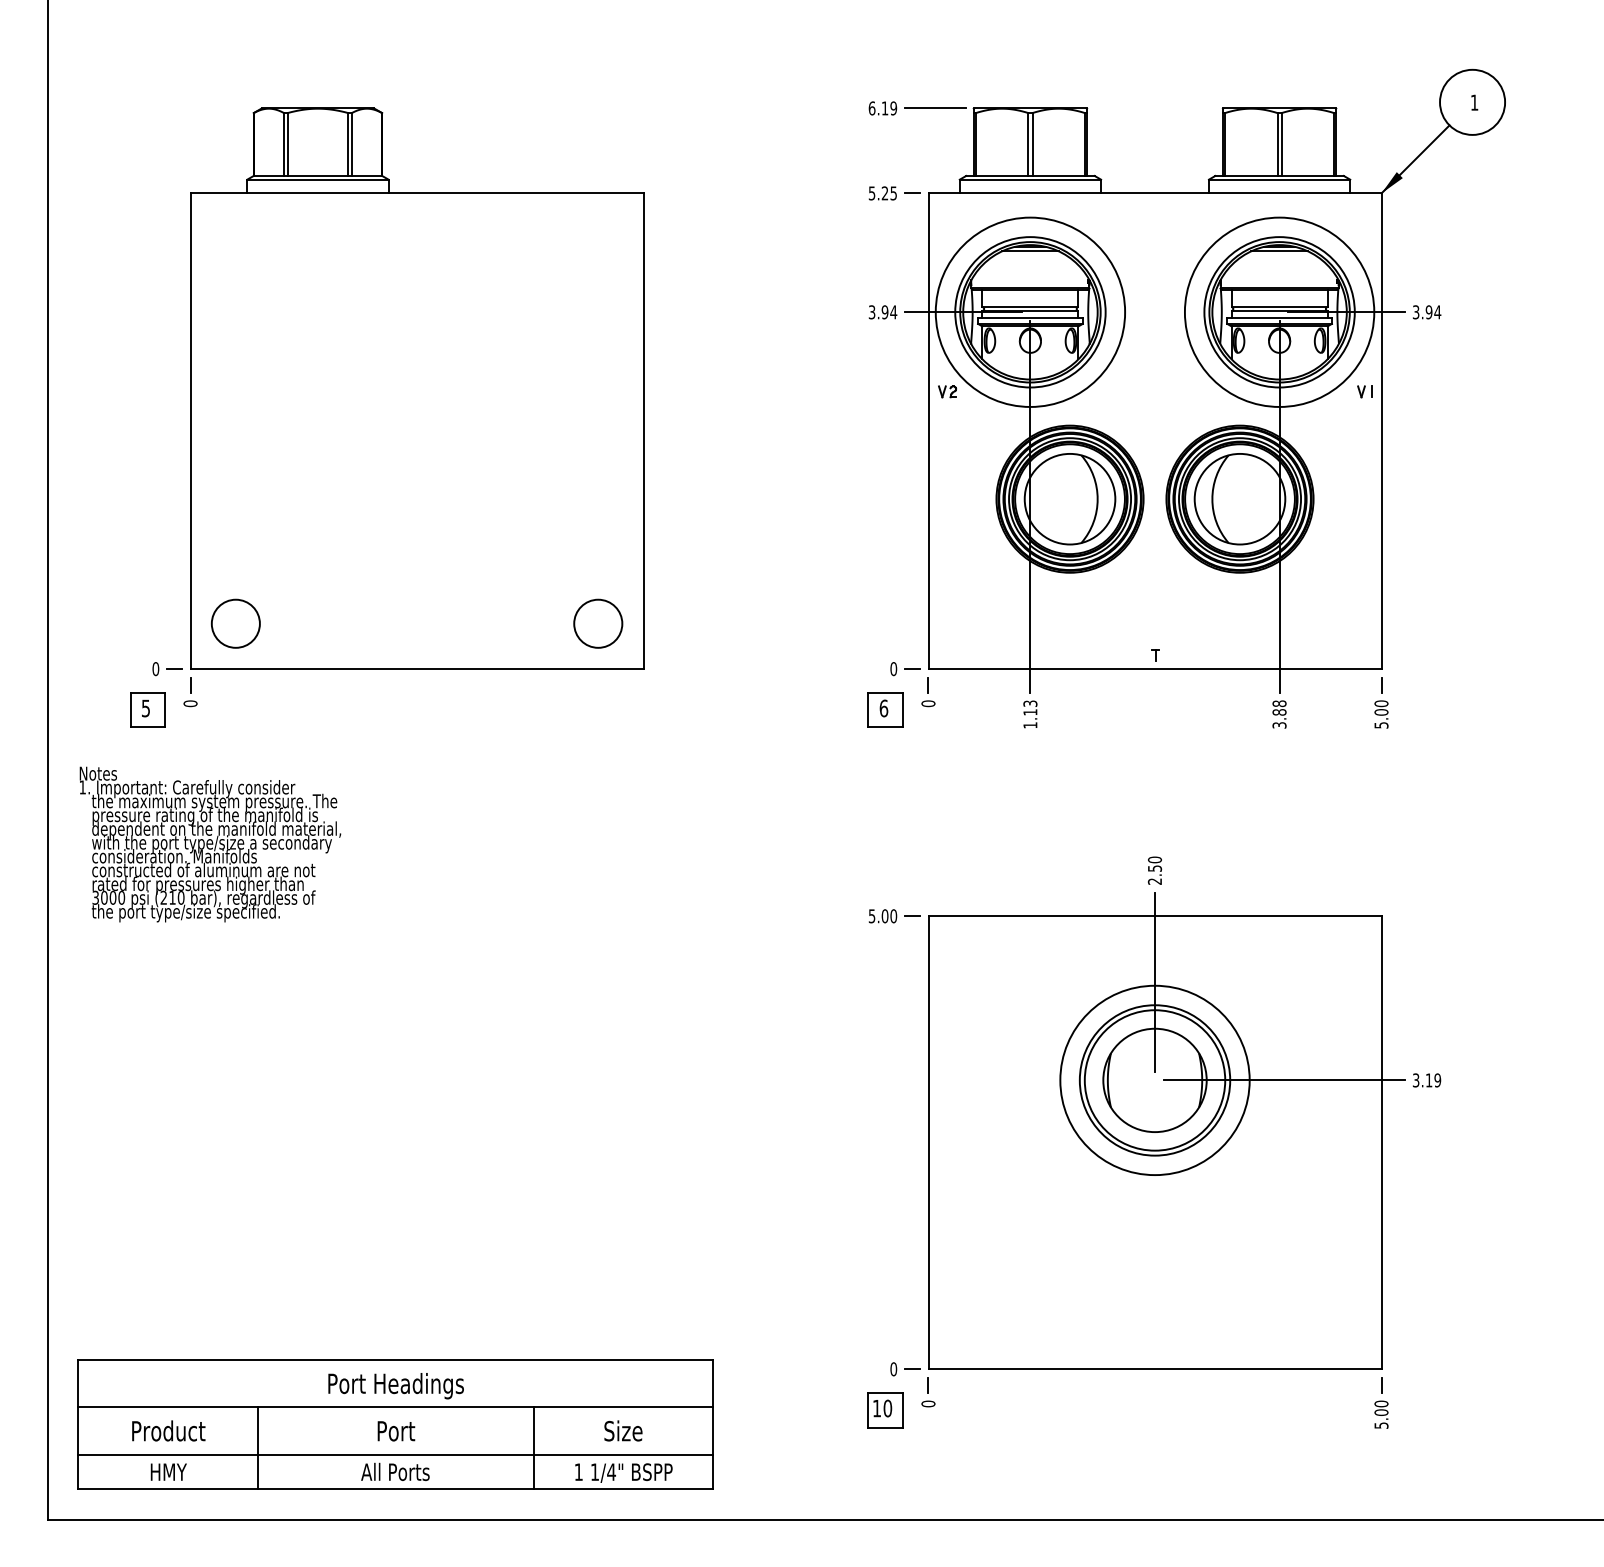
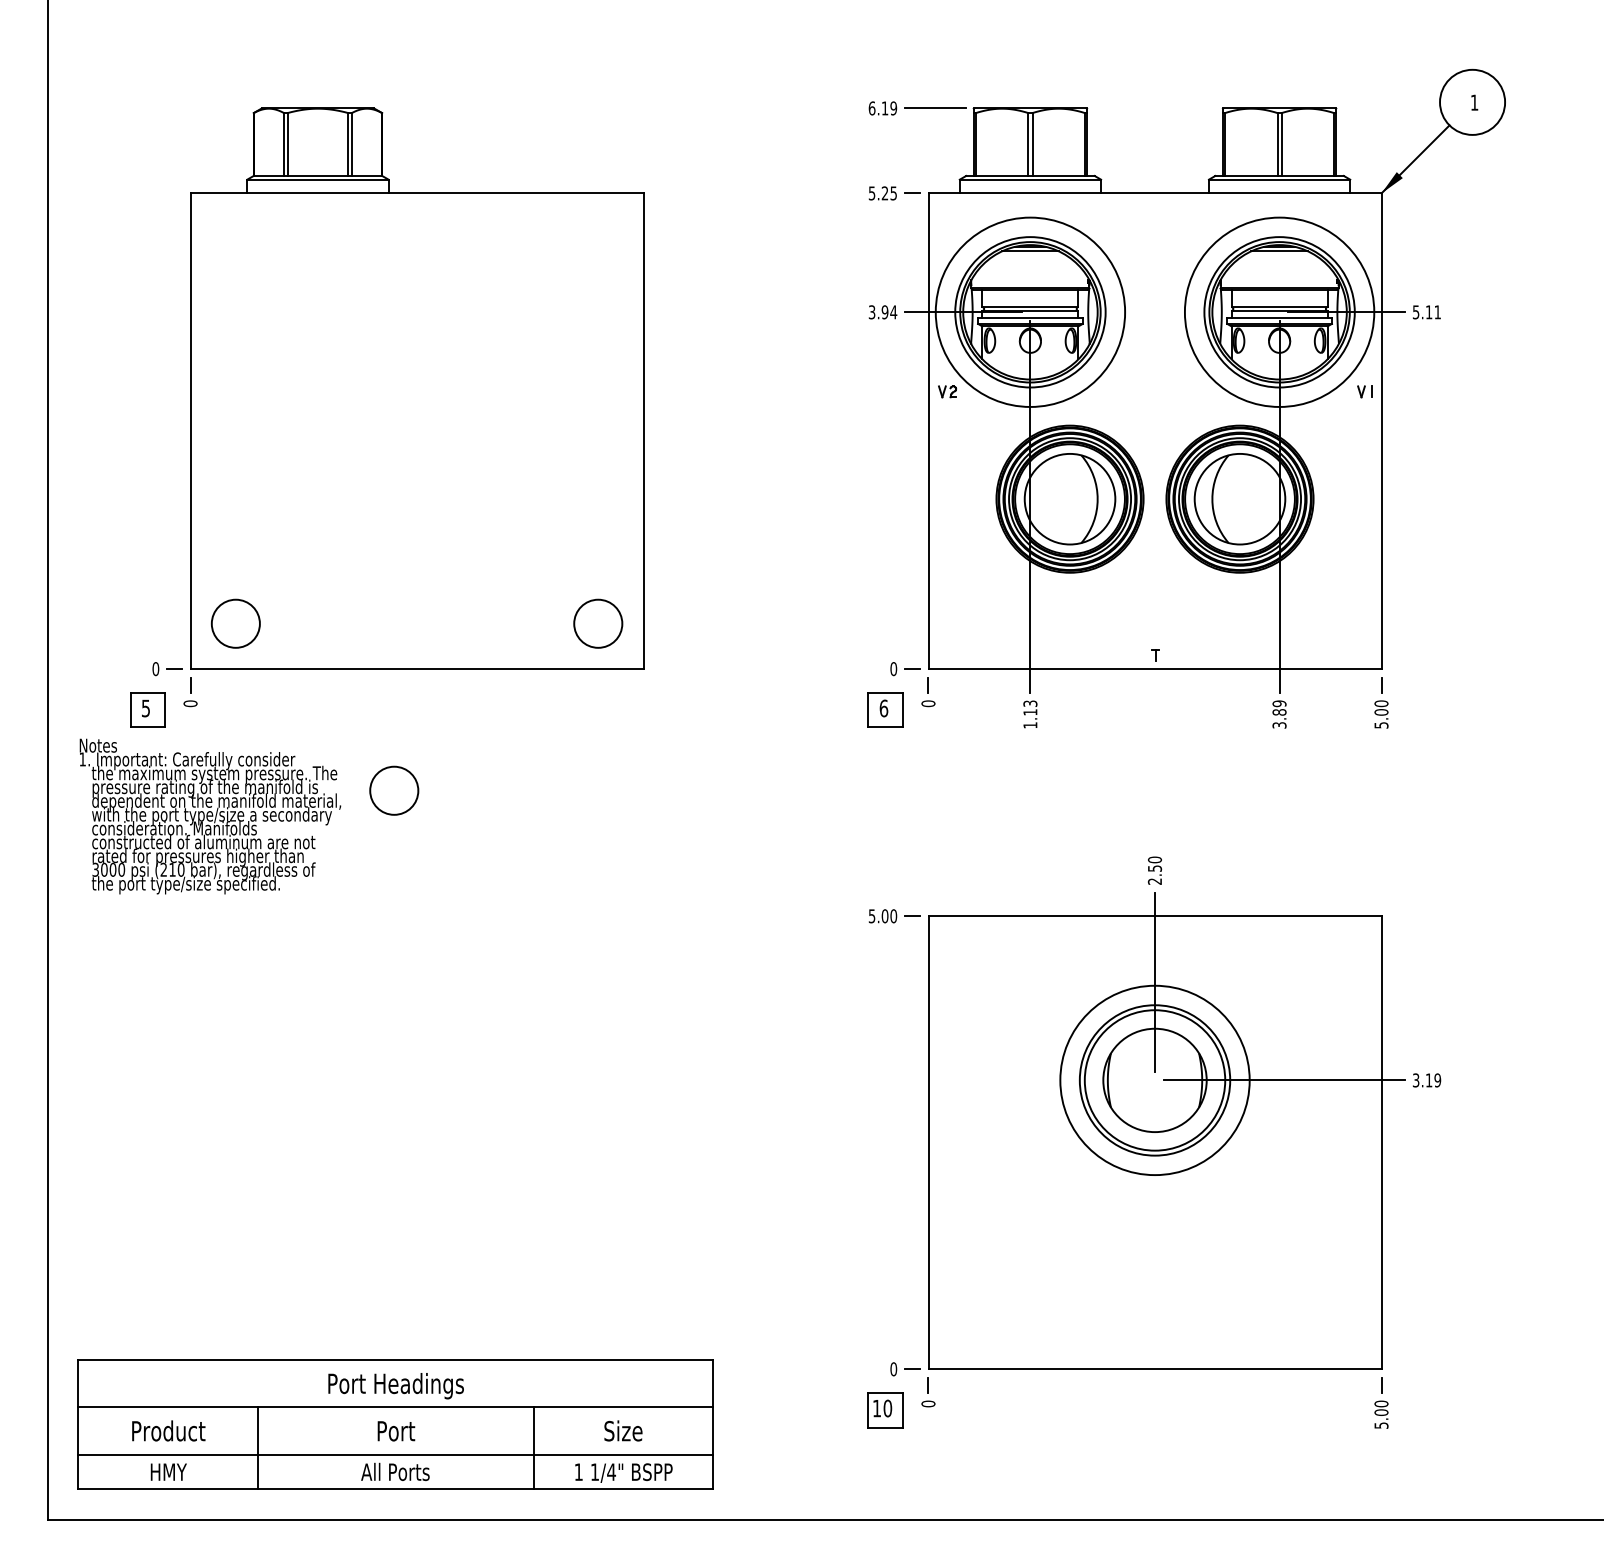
text at (1427, 312): 3.94 -> 5.11
text at (1279, 703): 3.88 -> 3.89
circle at (394, 790): none -> present
text at (210, 844) position: (210, 844) -> (210, 816)
